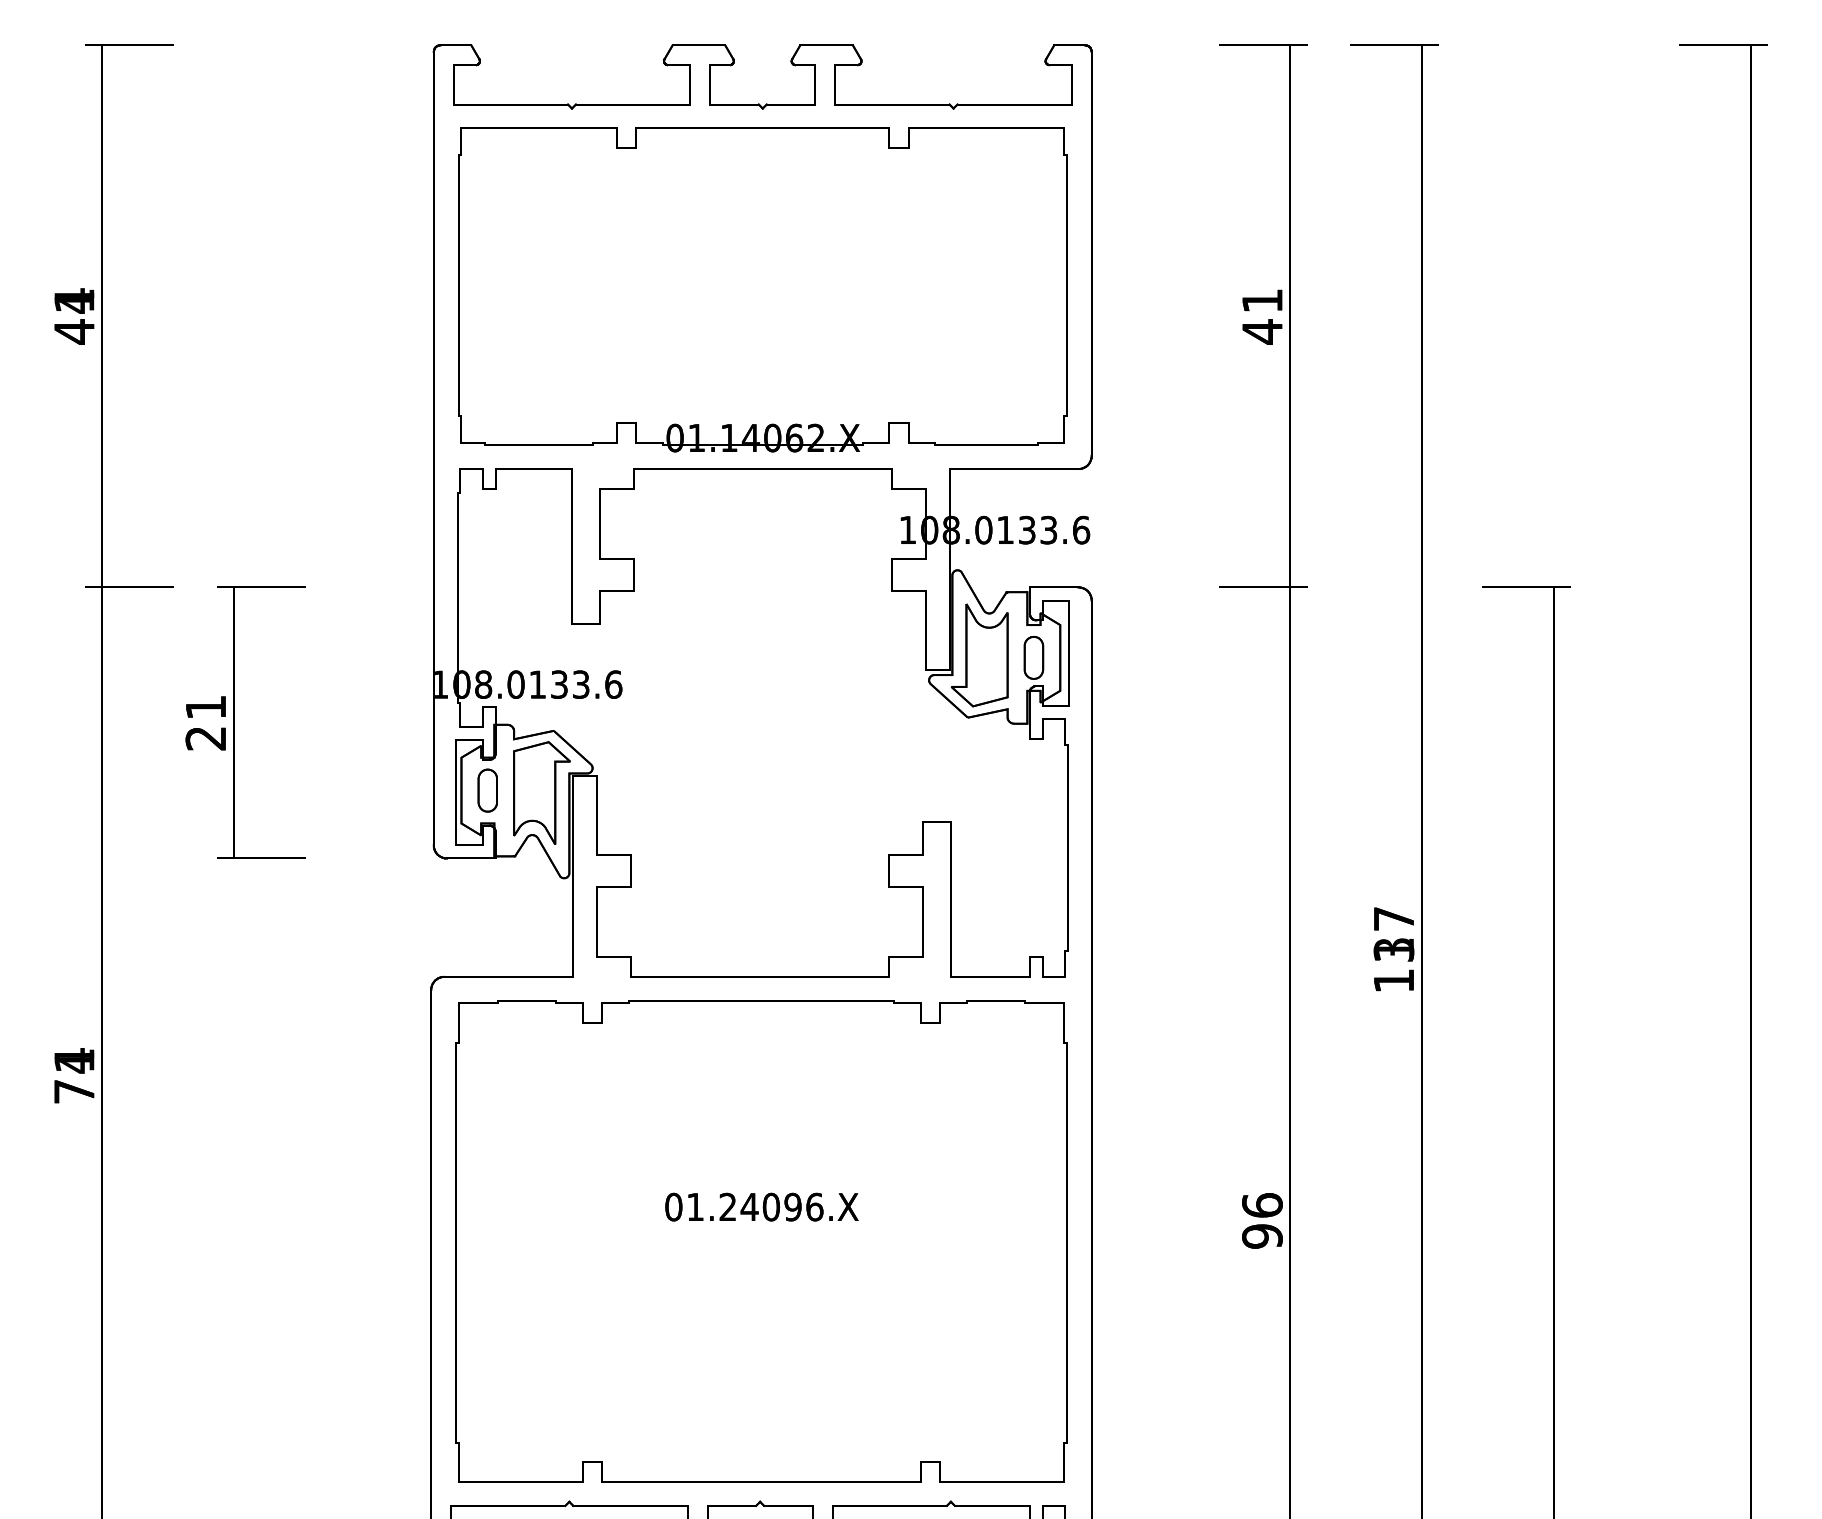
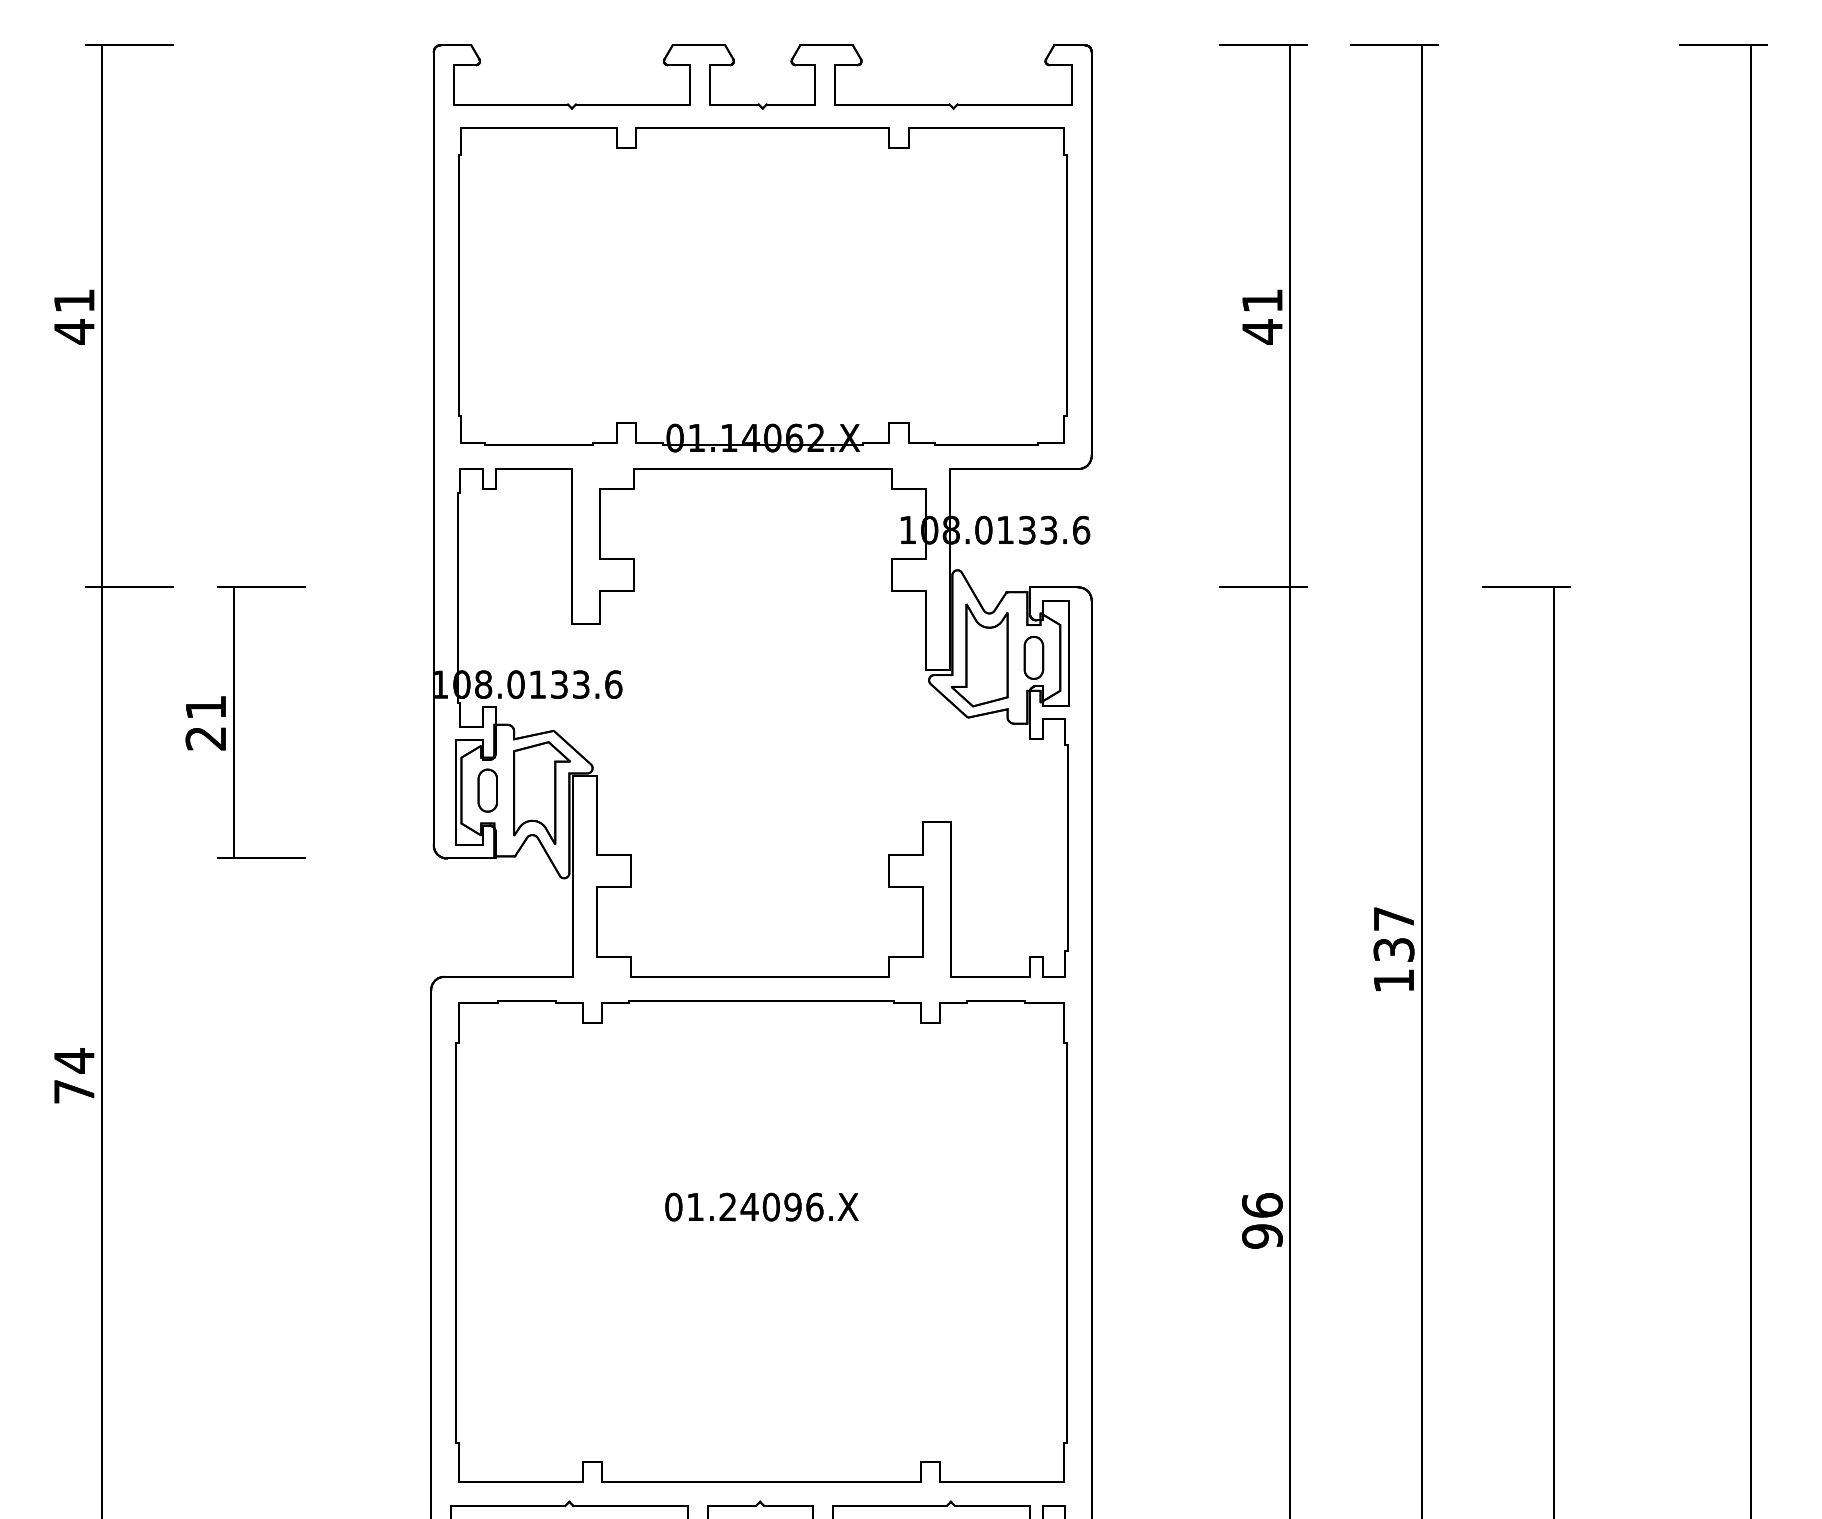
text at (74, 300): 44 -> 41
text at (1393, 949): 117 -> 137
text at (74, 1060): 71 -> 74
